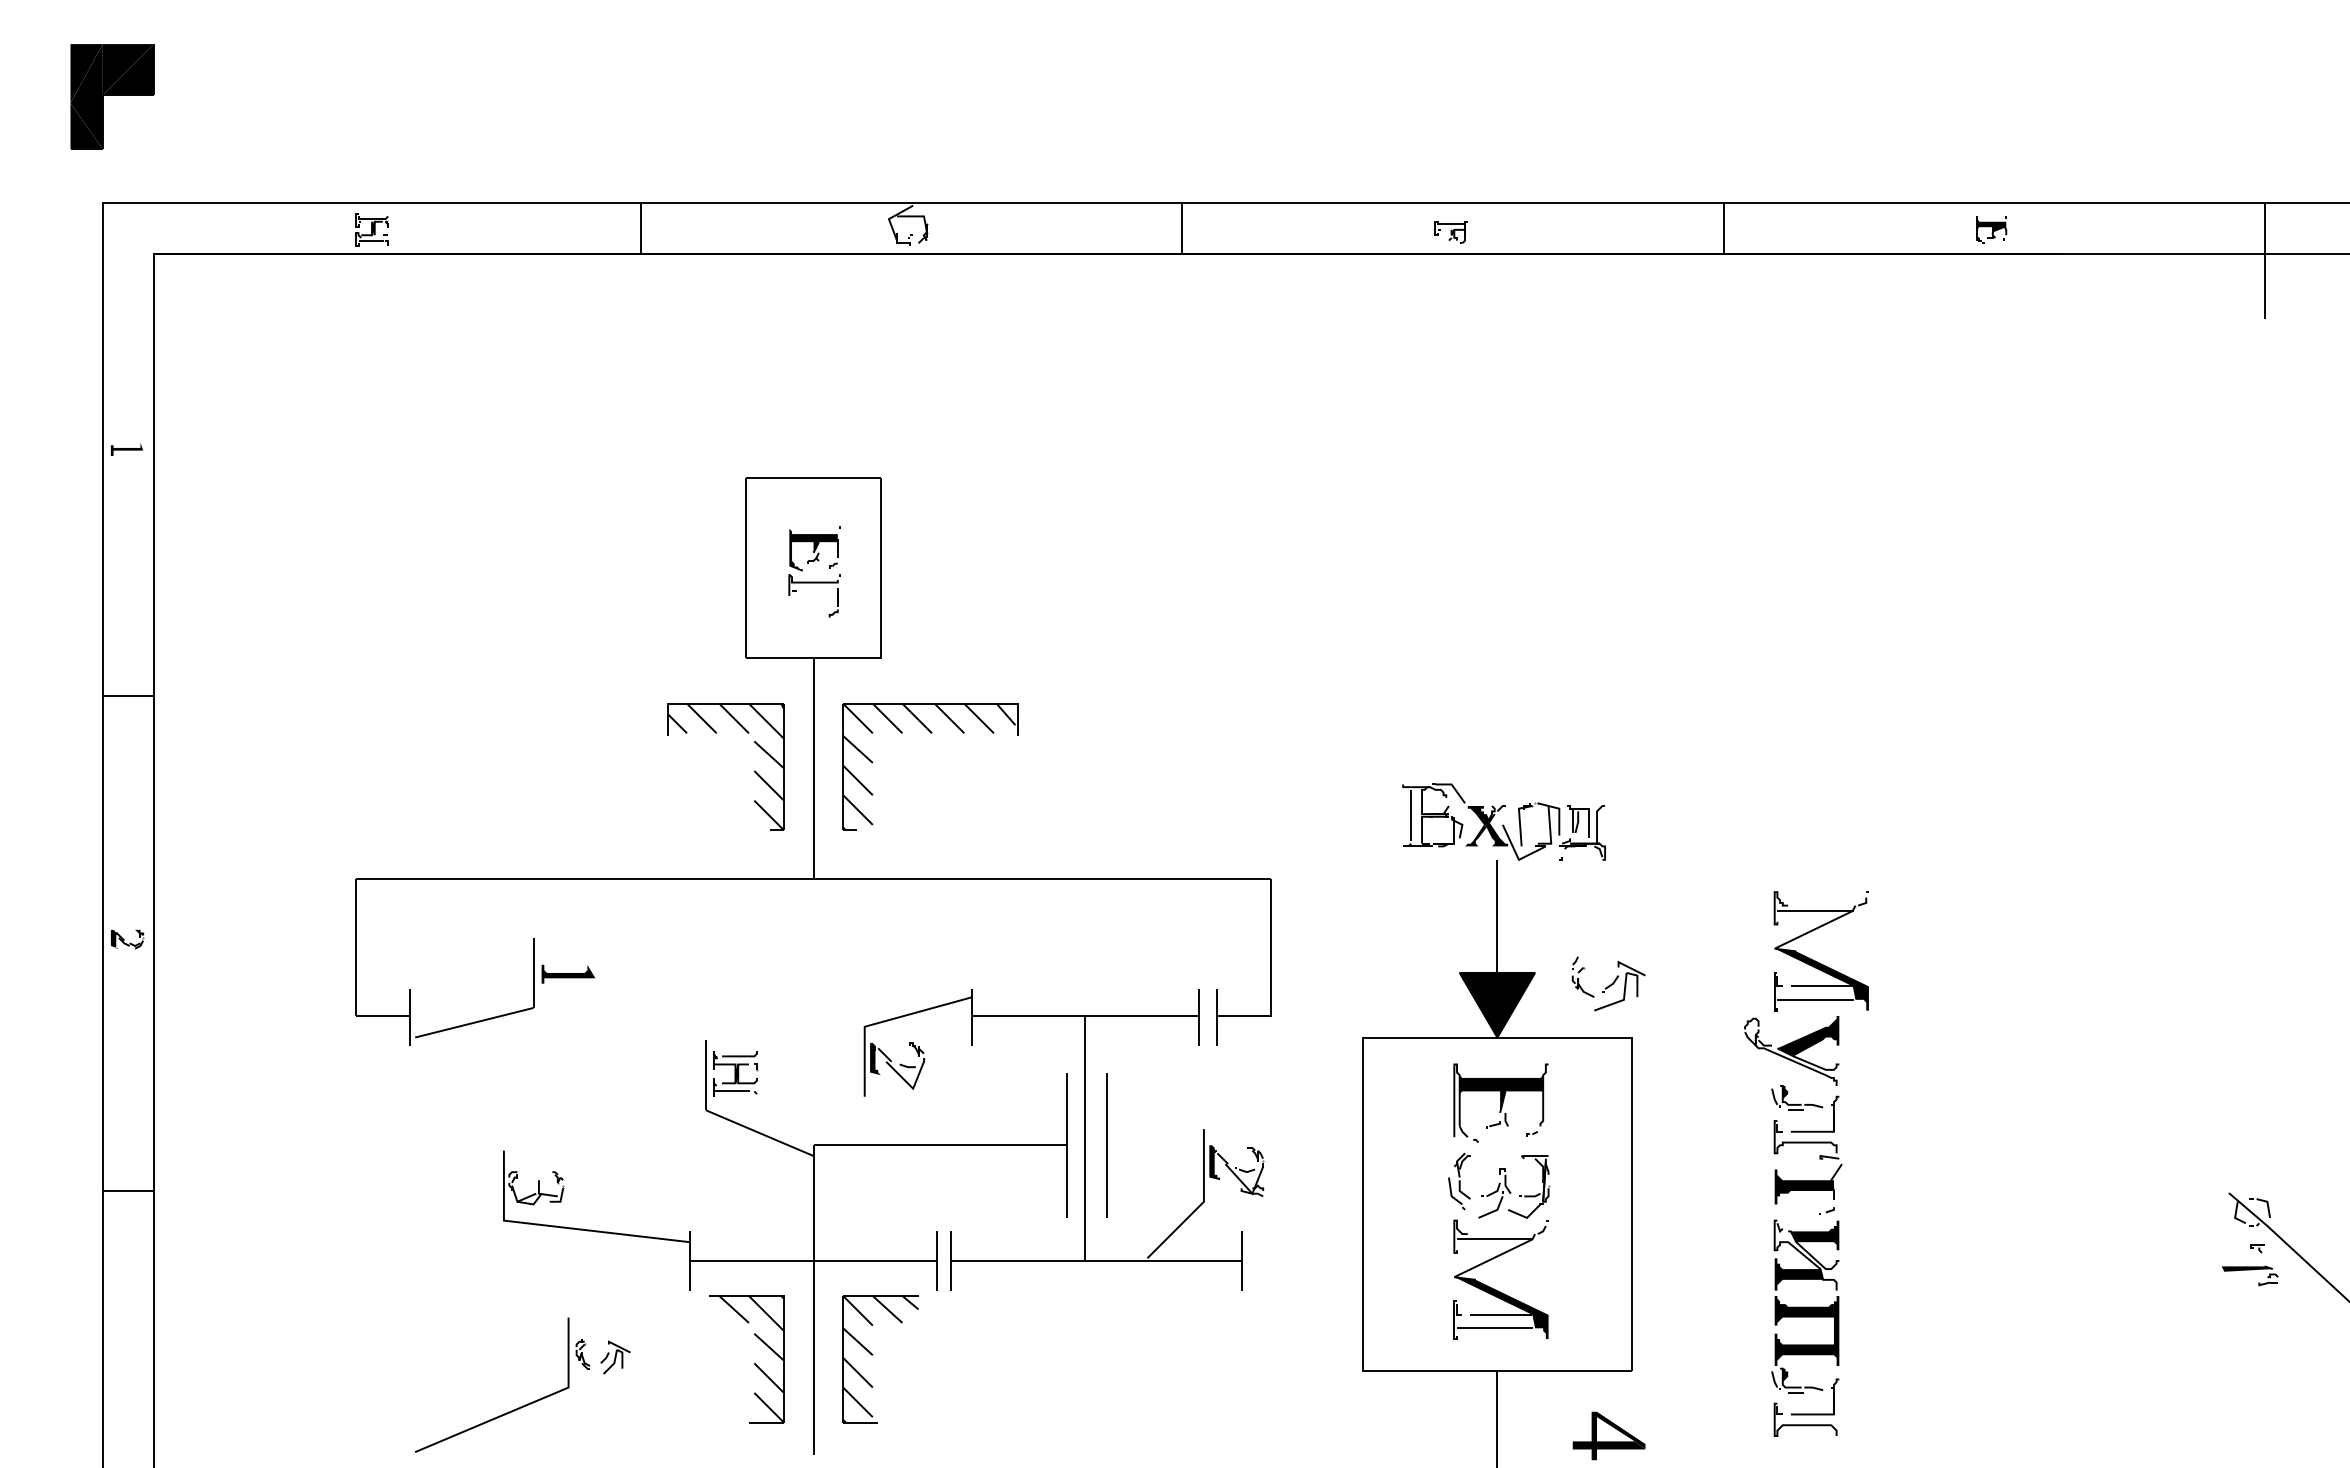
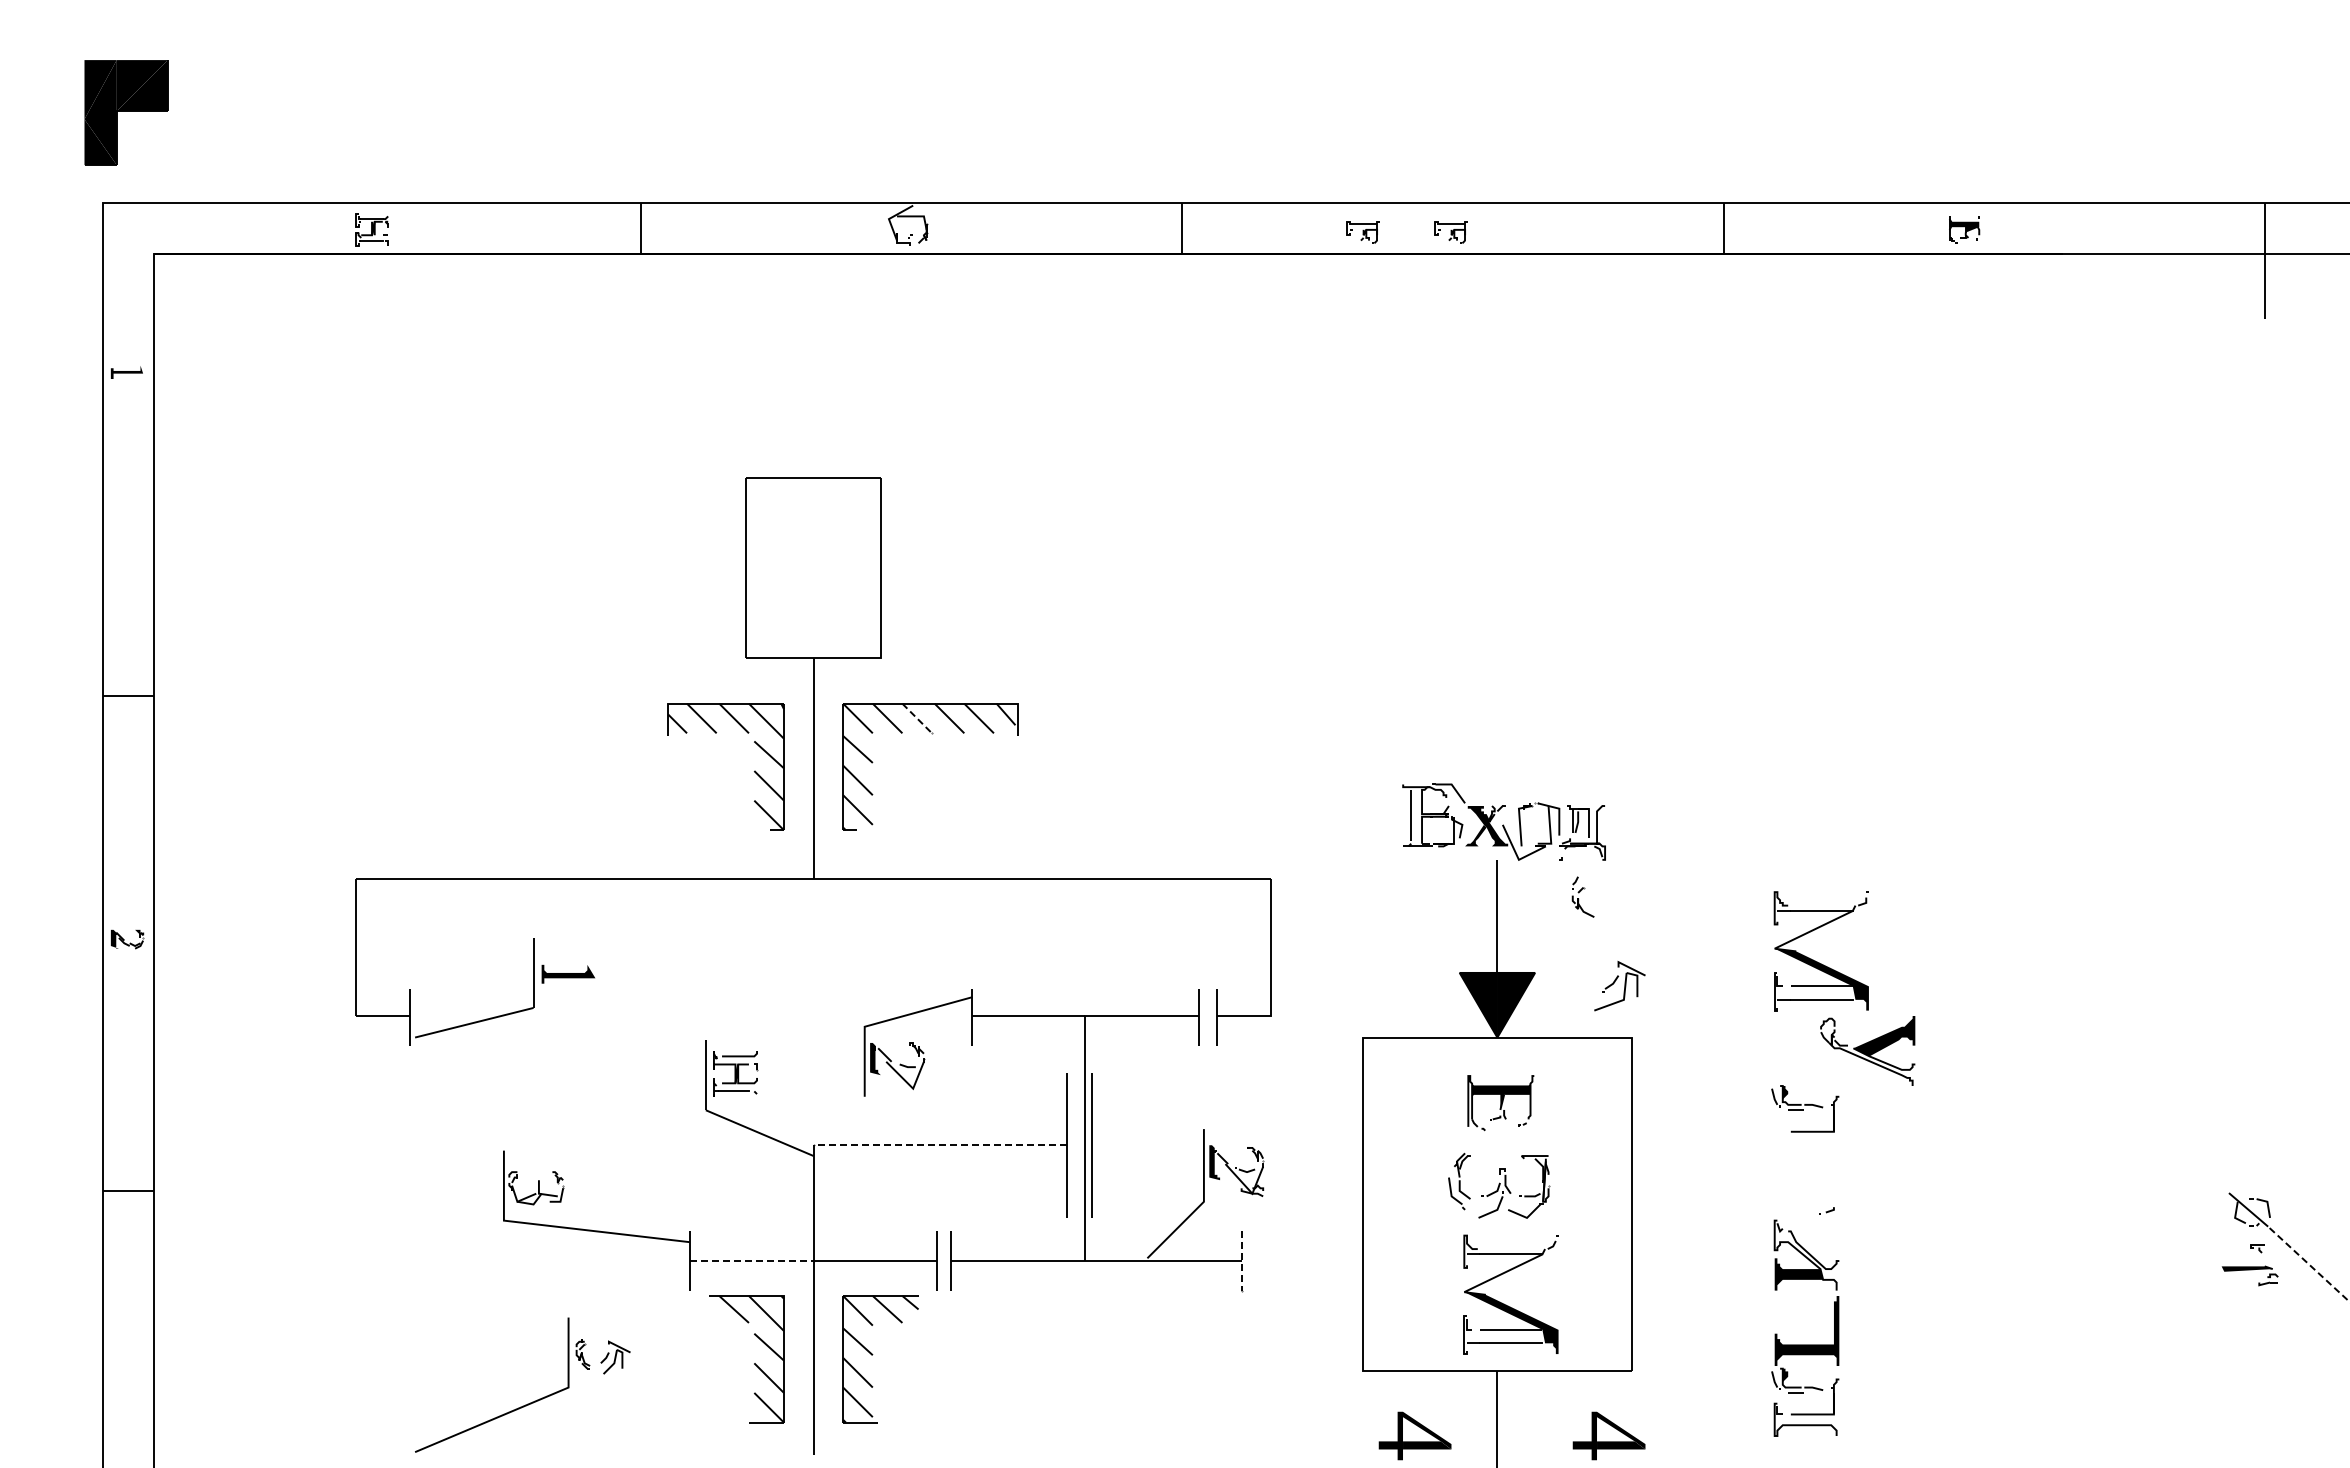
part at (112, 96) position: (112, 96) -> (126, 112)
part at (1991, 229) position: (1991, 229) -> (1964, 229)
part at (1362, 232): none -> present
part at (126, 449) position: (126, 449) -> (126, 372)
part at (814, 561): present -> none
line at (917, 719): solid -> dashed
part at (1582, 976) position: (1582, 976) -> (1582, 896)
part at (1791, 1050) position: (1791, 1050) -> (1867, 1050)
part at (1500, 1102) size: 96x80 px -> 68x57 px
line at (939, 1145): solid -> dashed
line at (1106, 1145) position: (1106, 1145) -> (1091, 1145)
part at (1819, 1159): present -> none
fill at (1814, 1235): present -> none
line at (752, 1261): solid -> dashed
line at (1241, 1261): solid -> dashed
line at (2308, 1263): solid -> dashed
part at (1496, 1289) position: (1496, 1289) -> (1506, 1304)
fill at (1803, 1320): present -> none
part at (1414, 1435): none -> present
